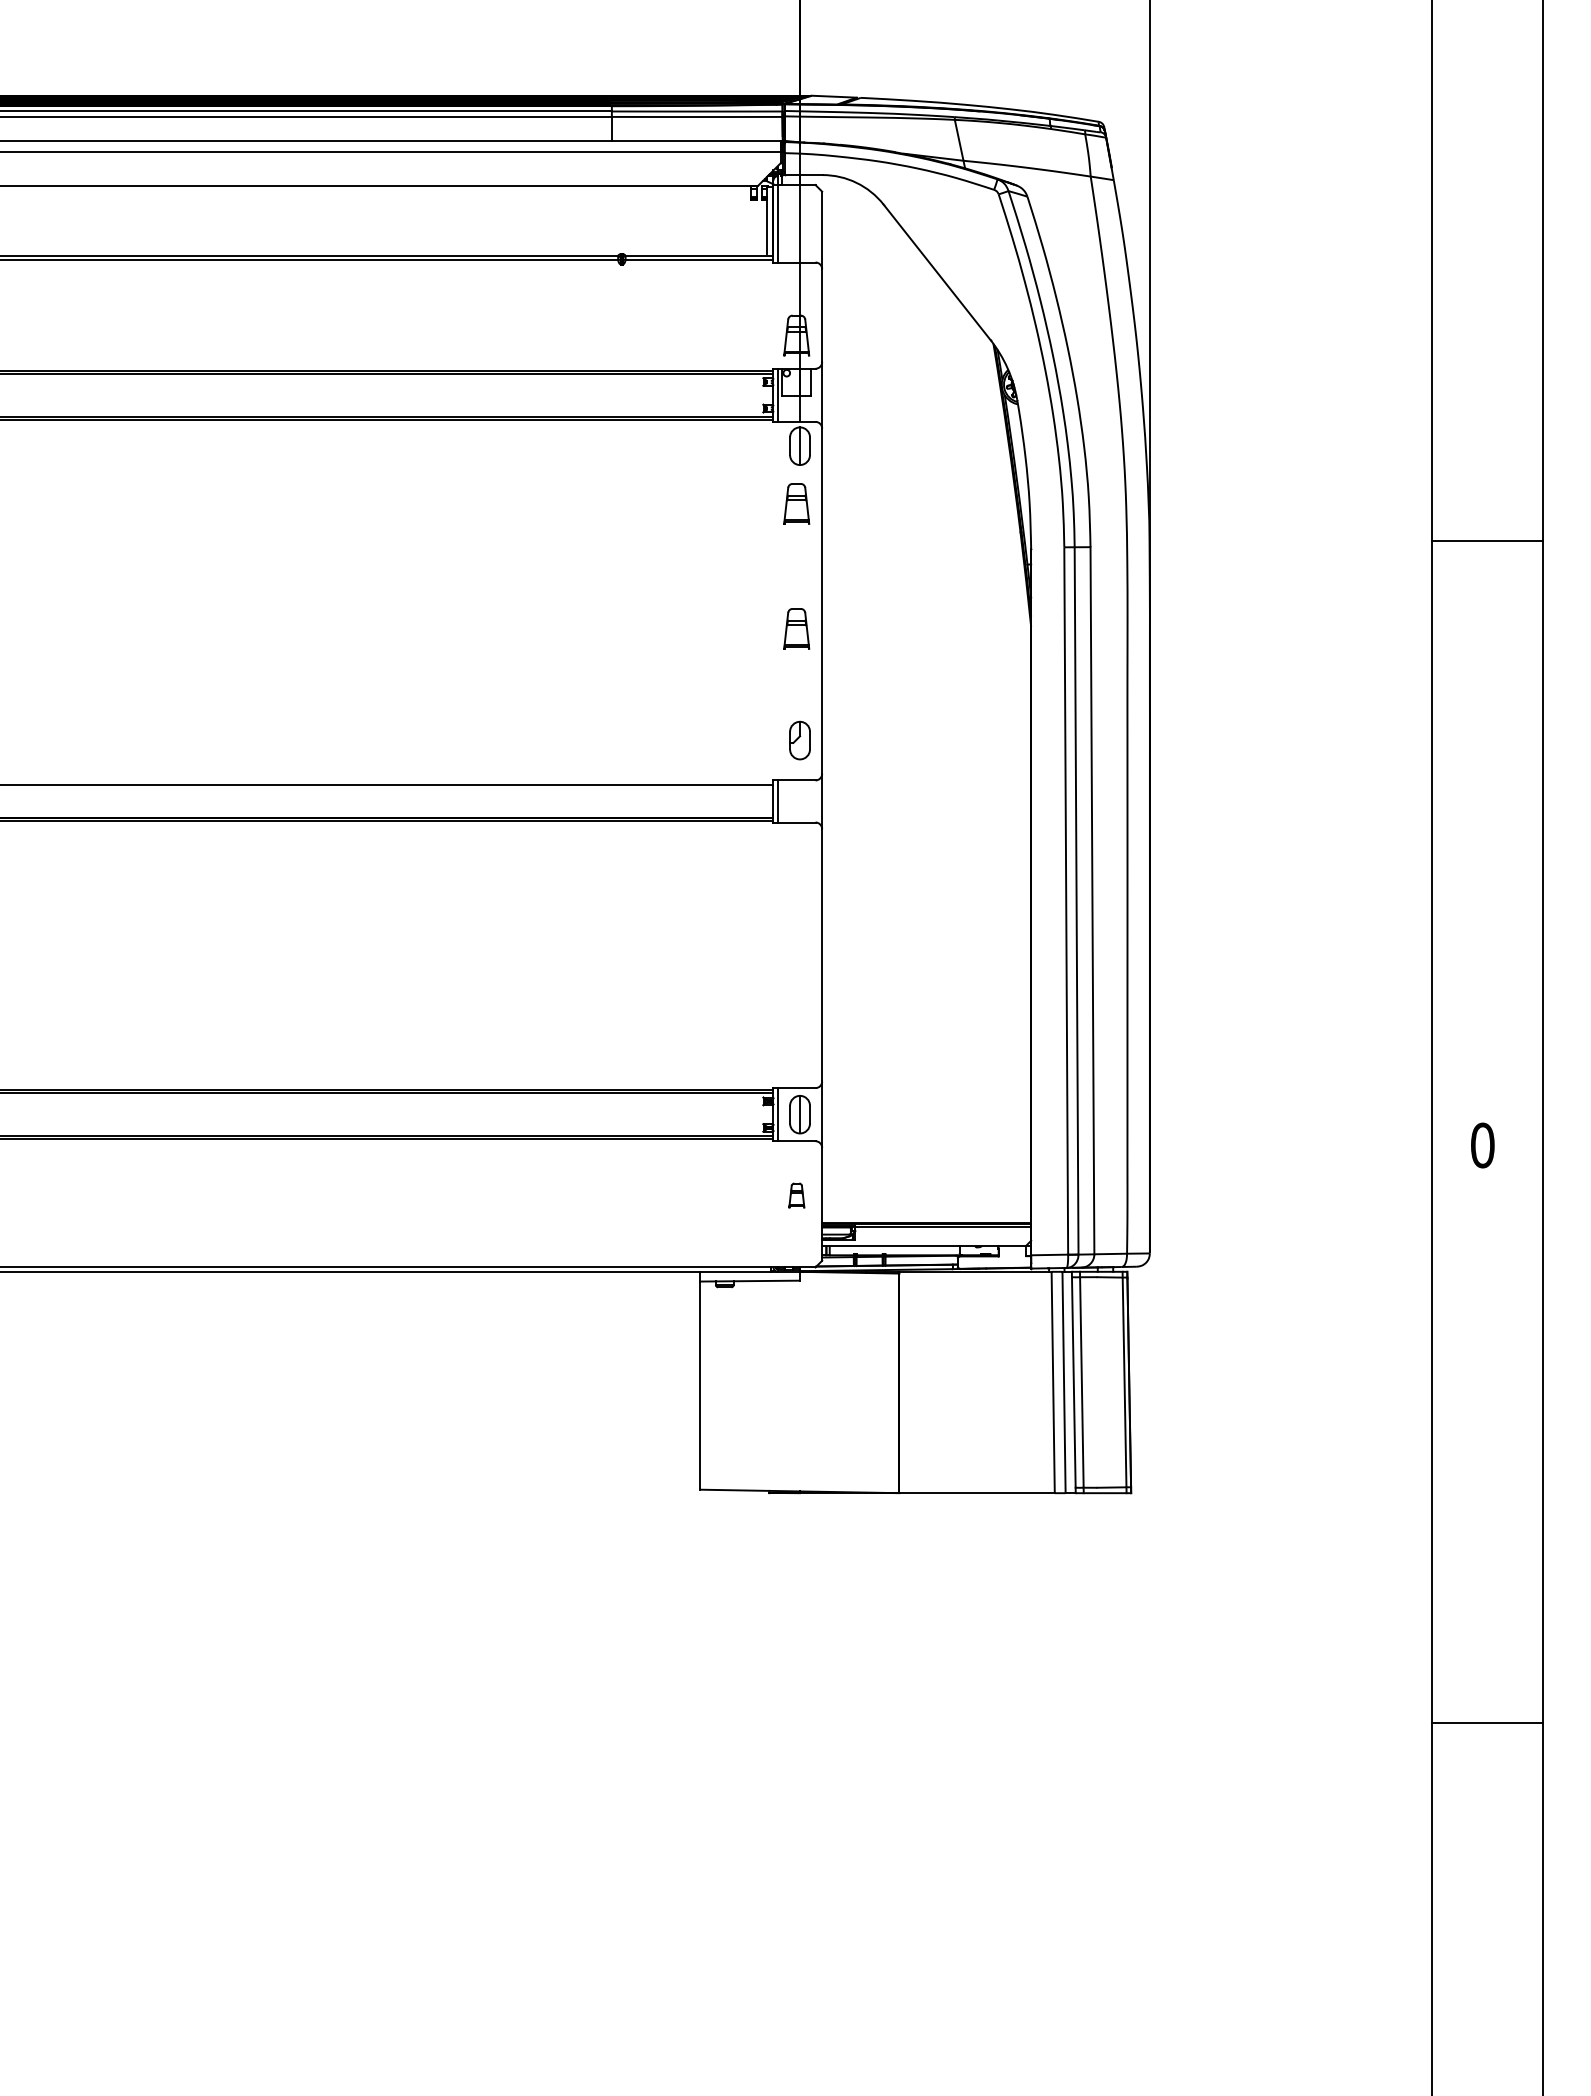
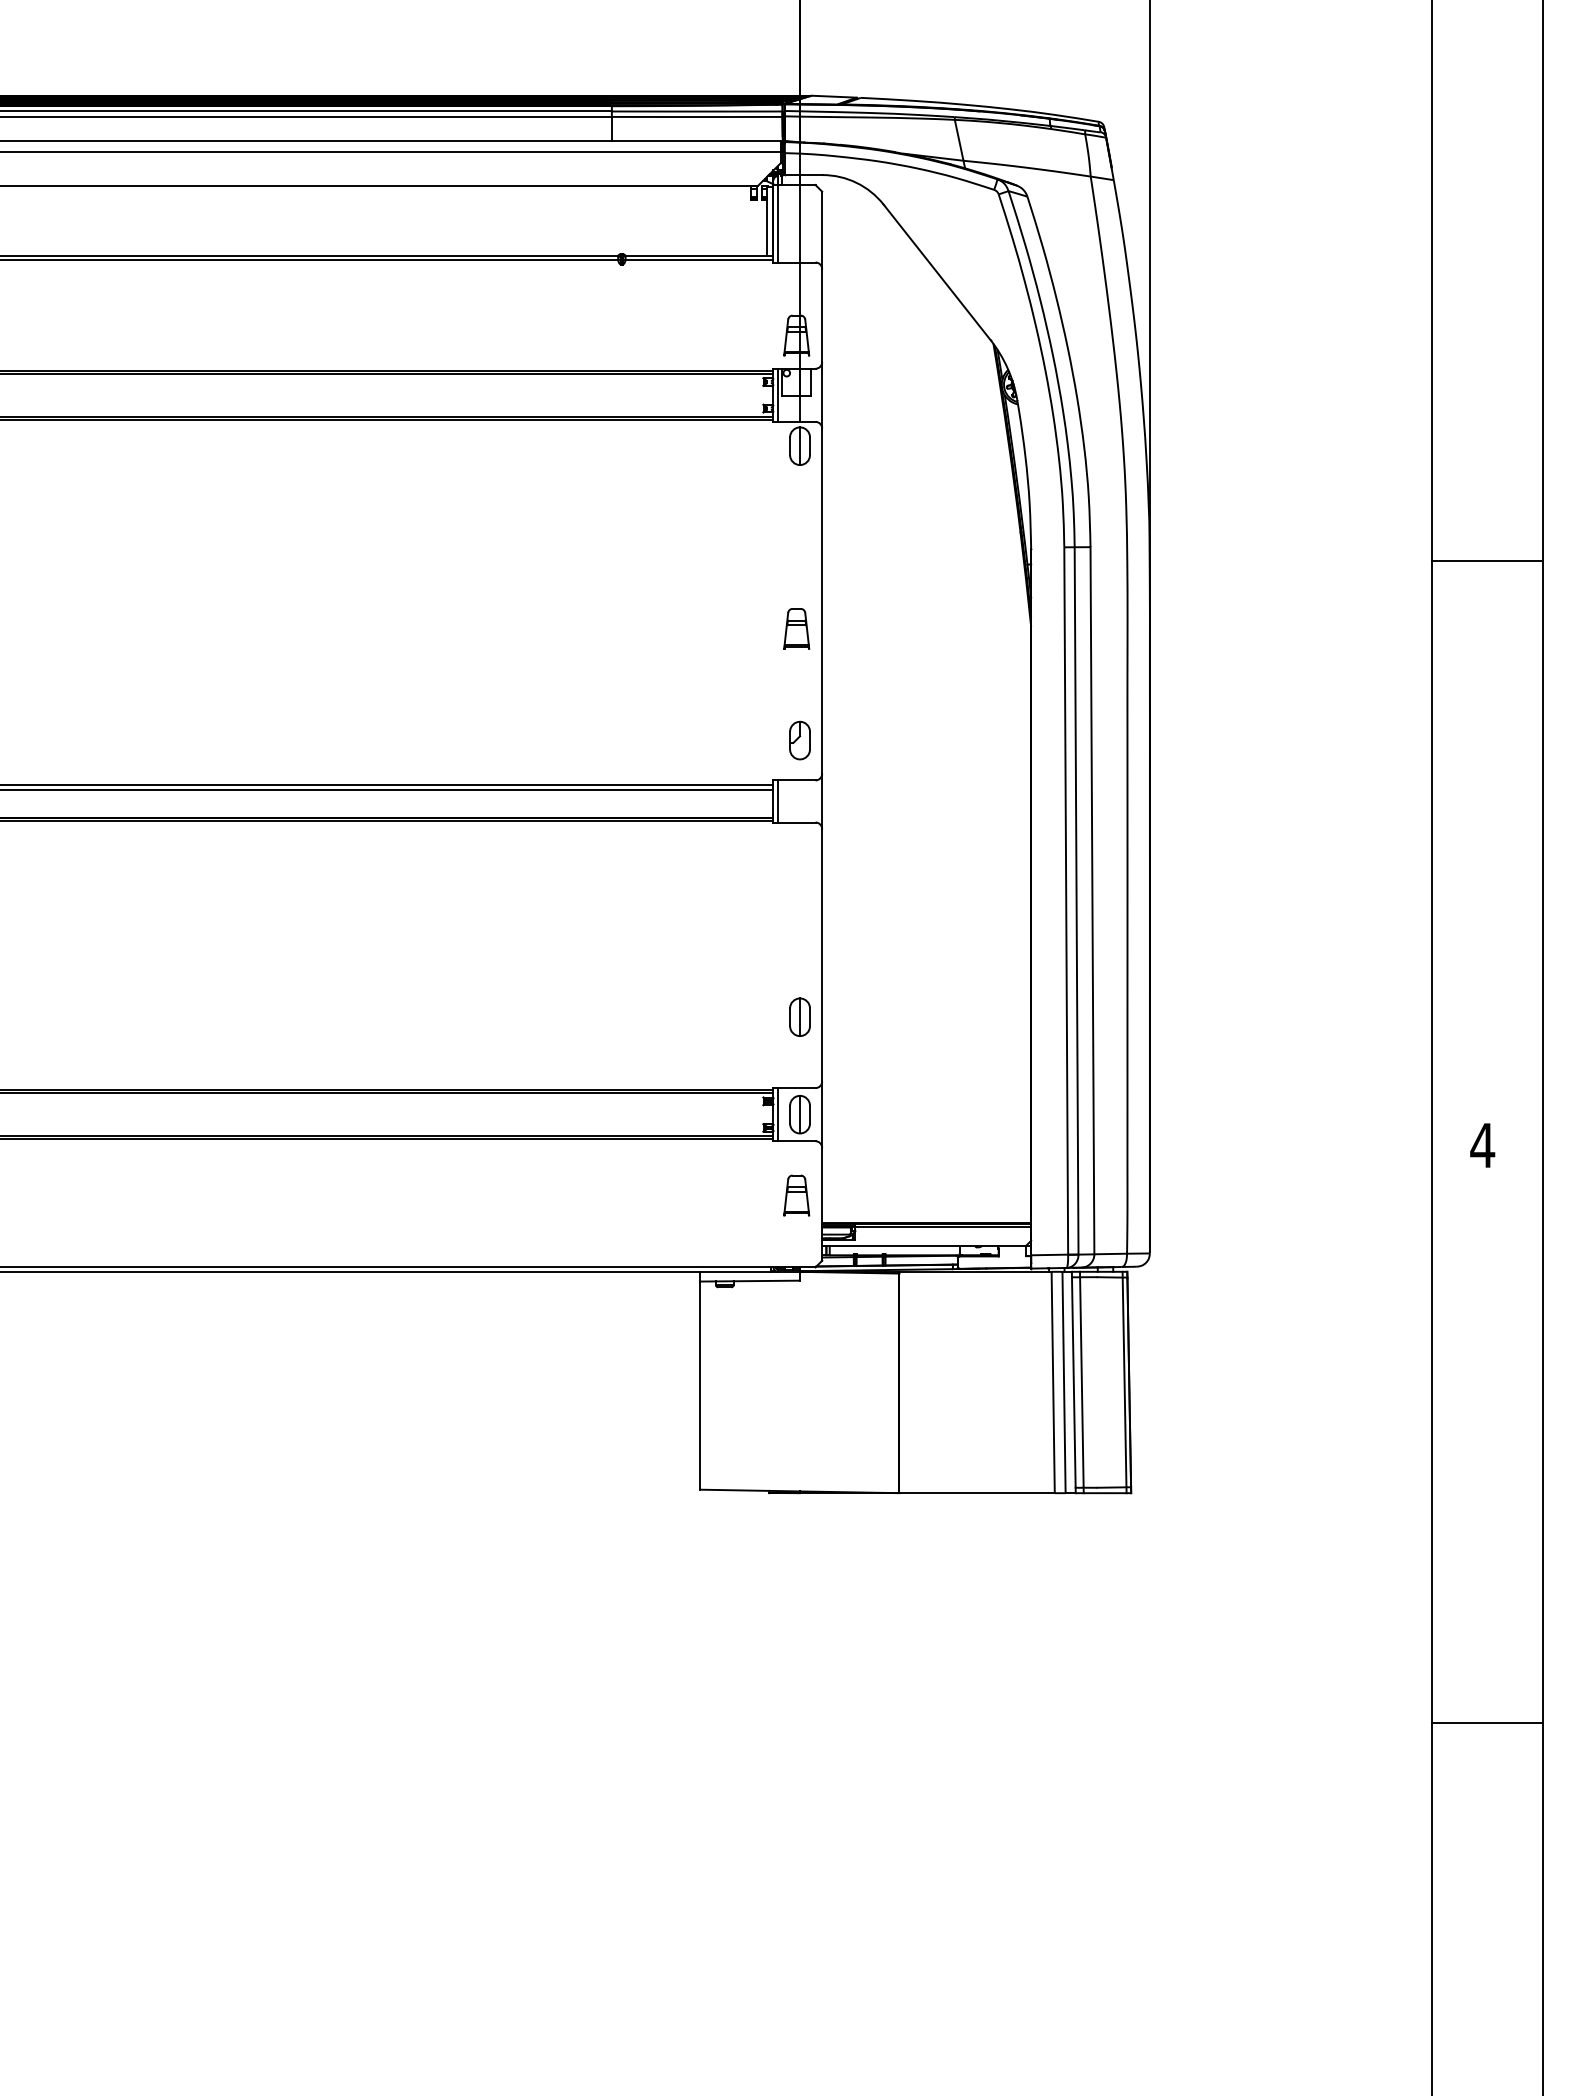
part at (796, 503): present -> none
line at (1487, 541) position: (1487, 541) -> (1487, 561)
line at (387, 790): none -> present
part at (799, 1016): none -> present
text at (1482, 1145): 0 -> 4
part at (796, 1195) size: 18x27 px -> 28x43 px
